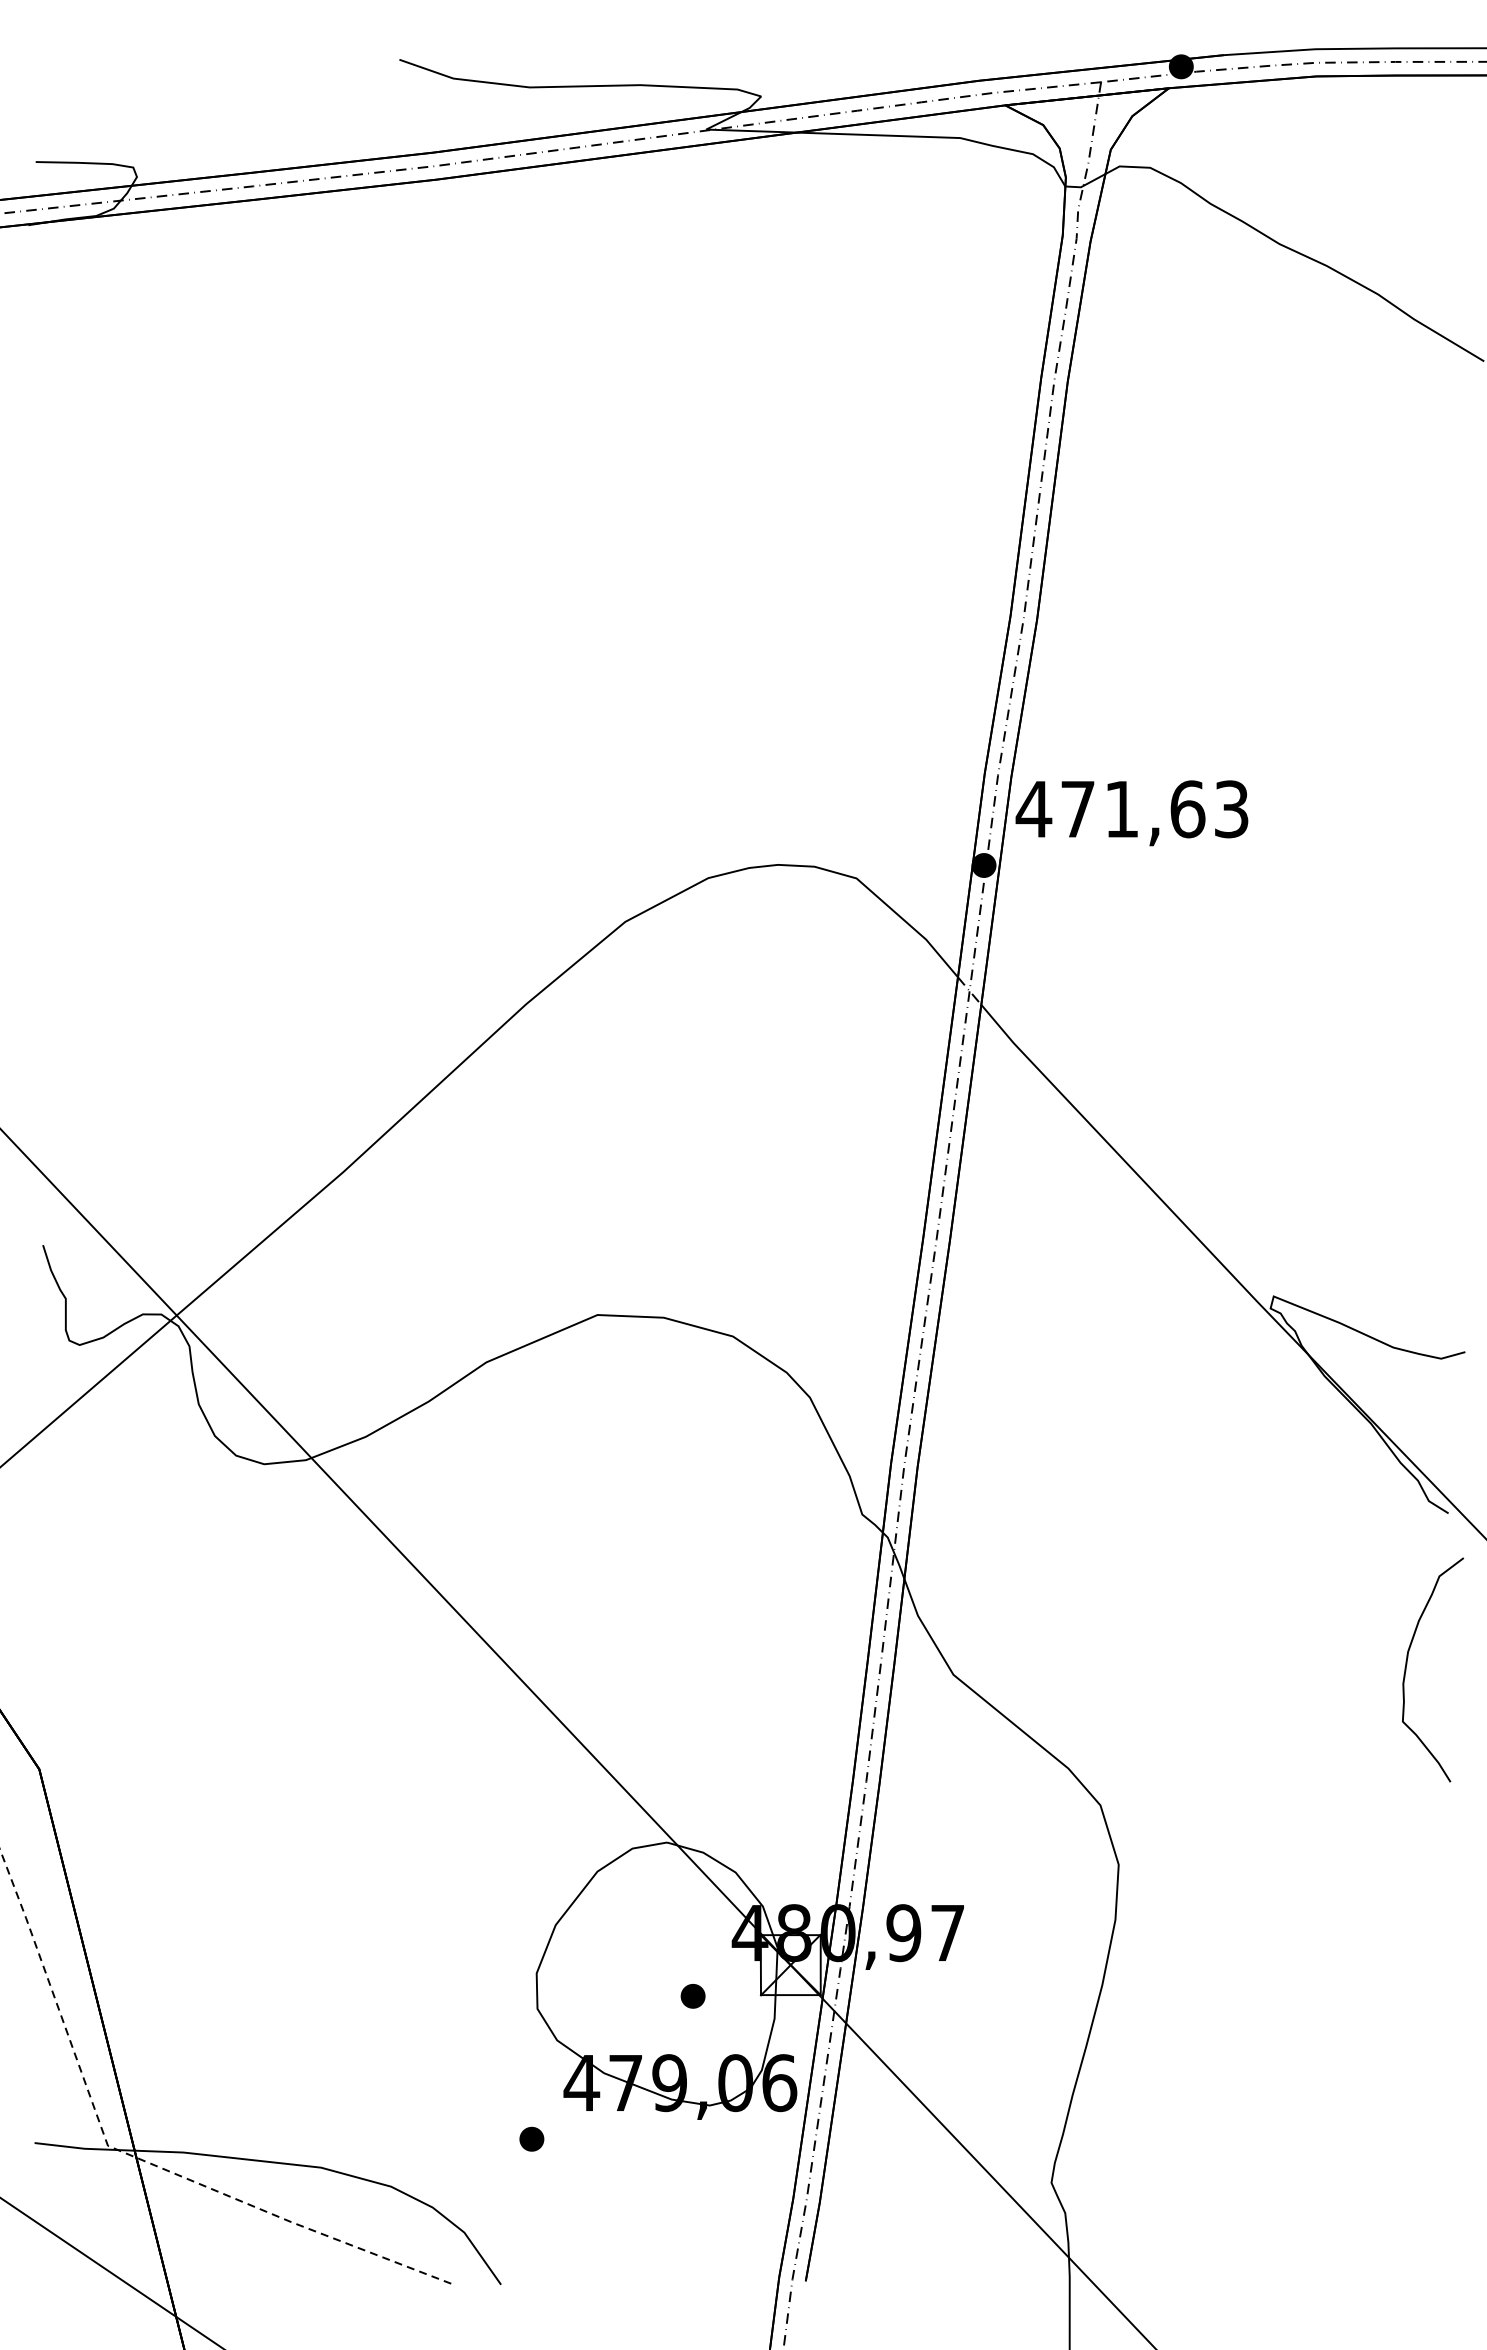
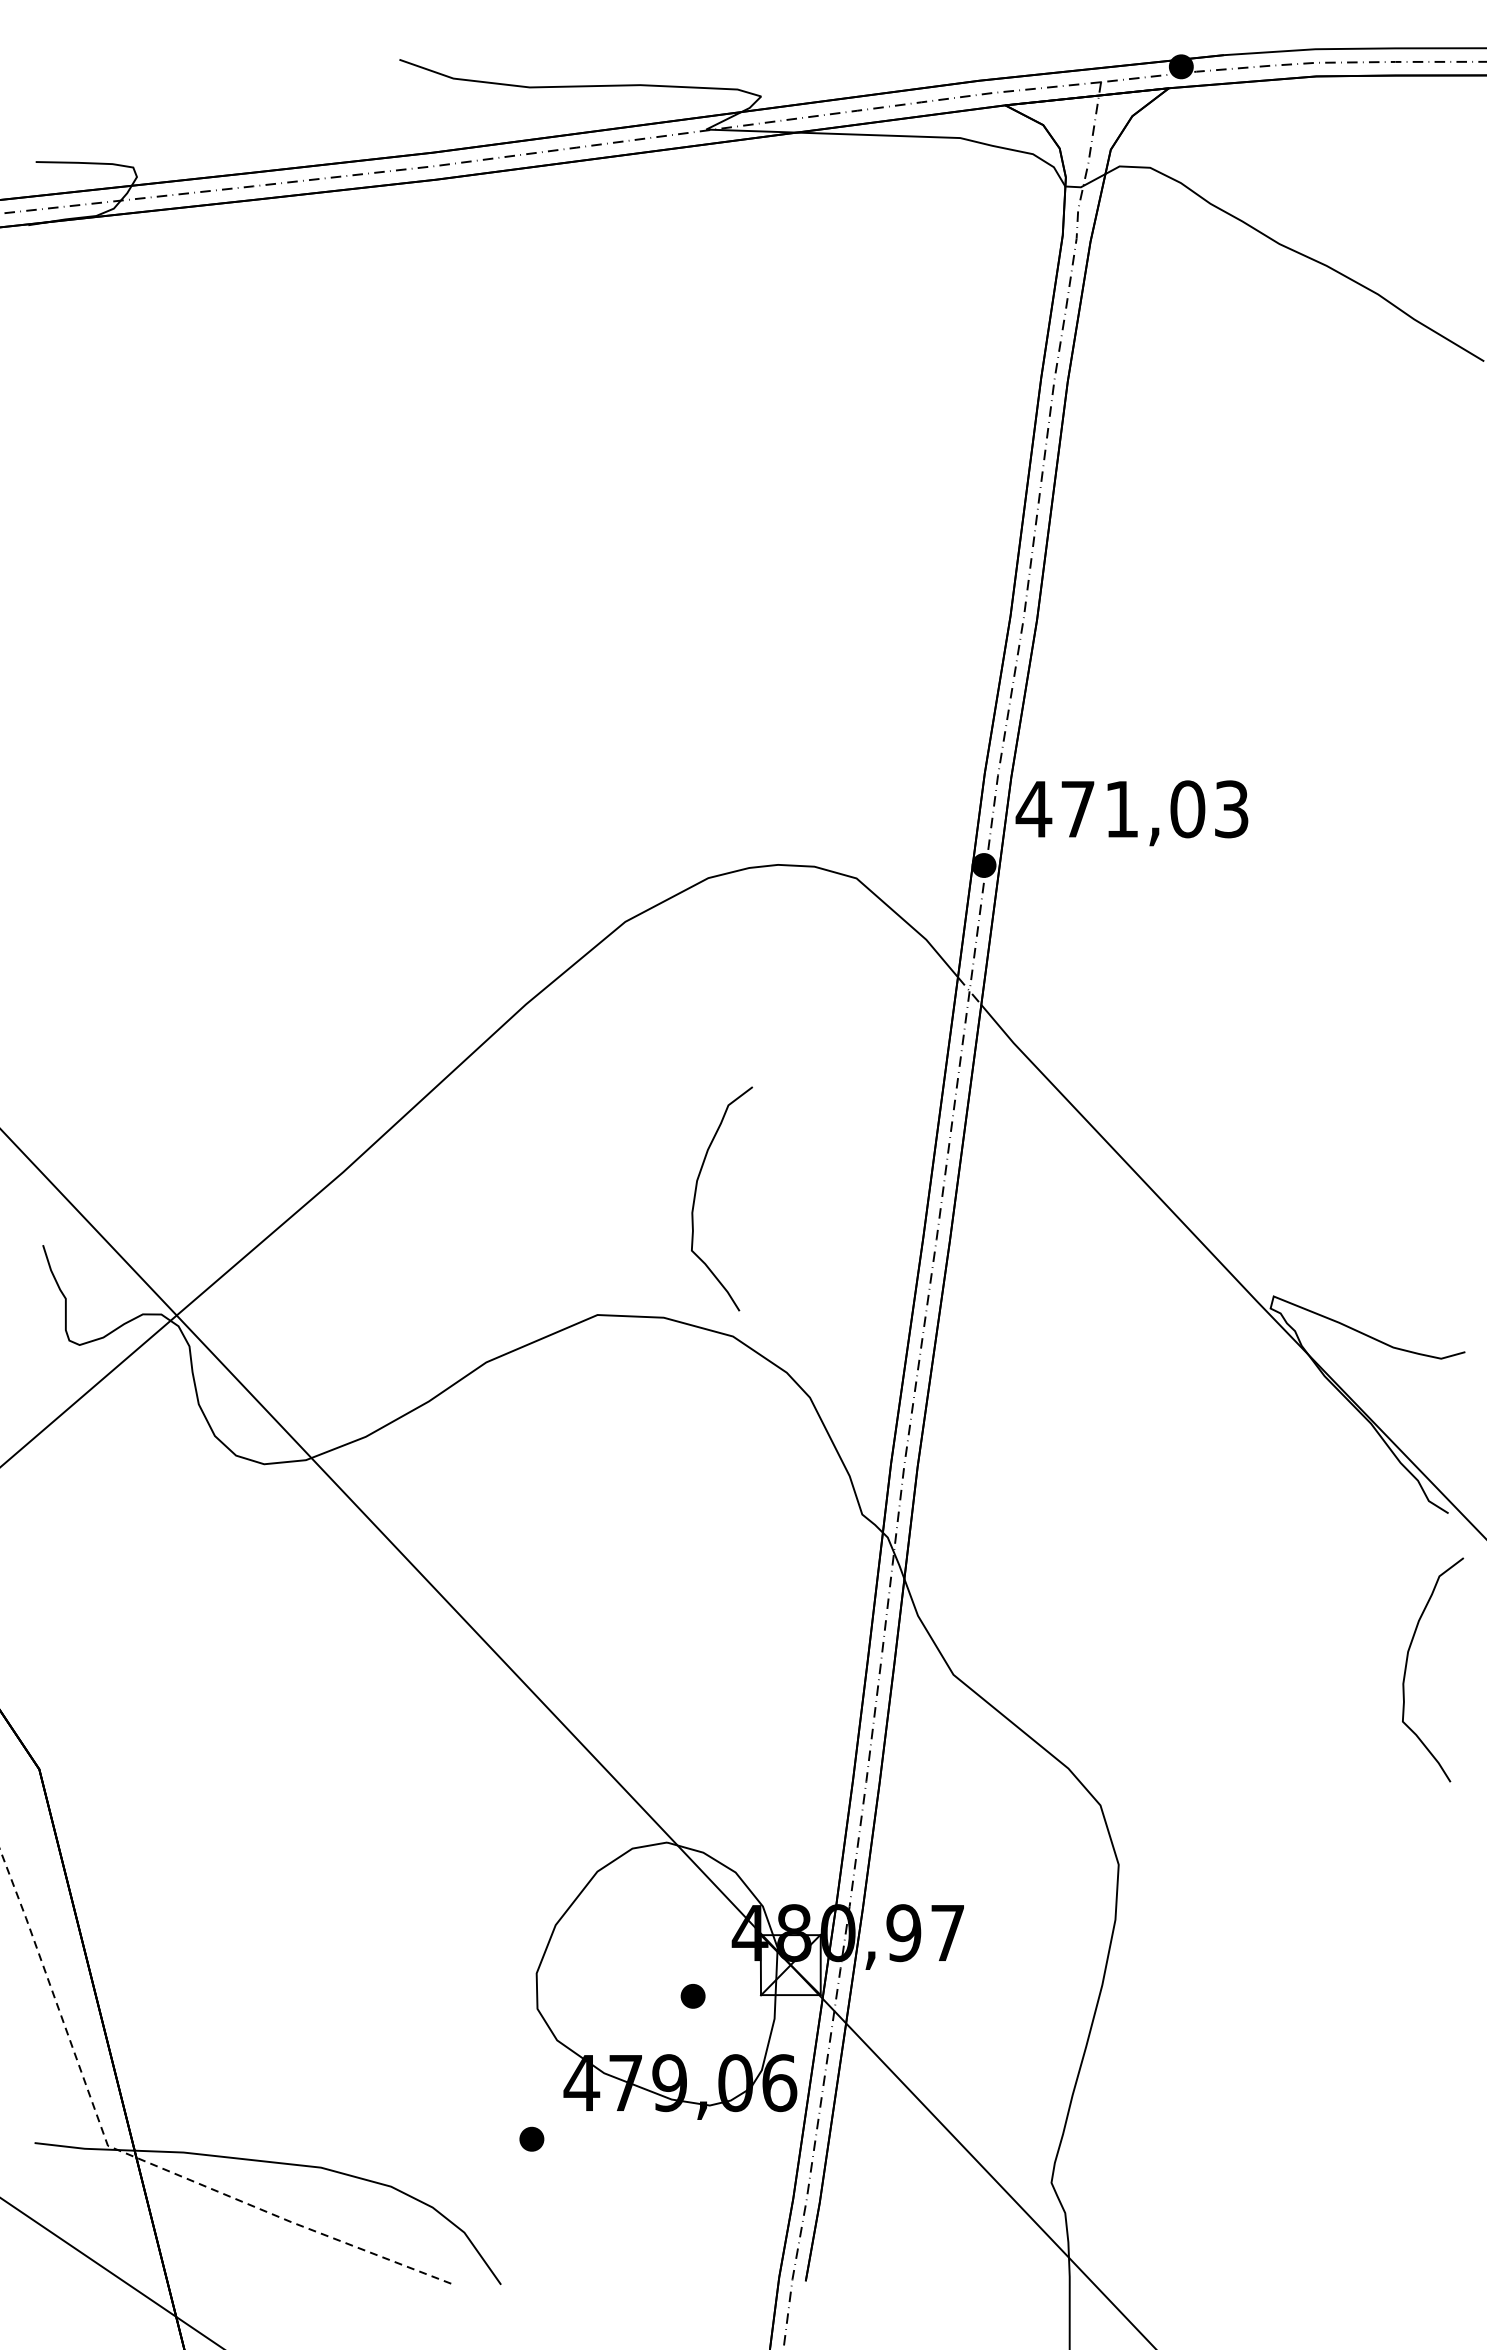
text at (1187, 809): 471,63 -> 471,03
curve at (696, 1193): none -> present
